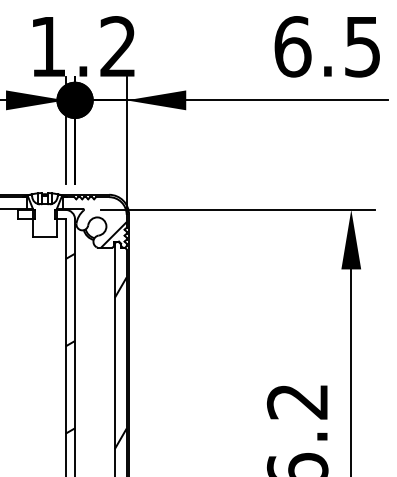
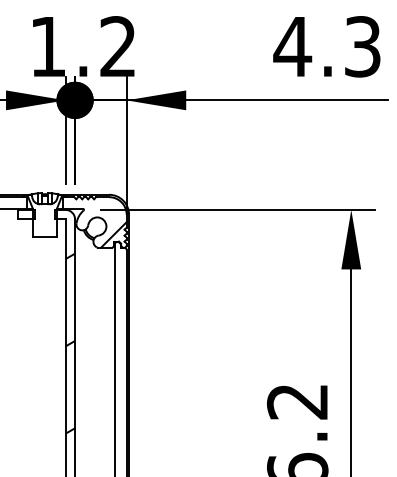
text at (326, 46): 6.5 -> 4.3
hatch at (120, 363): present -> none
